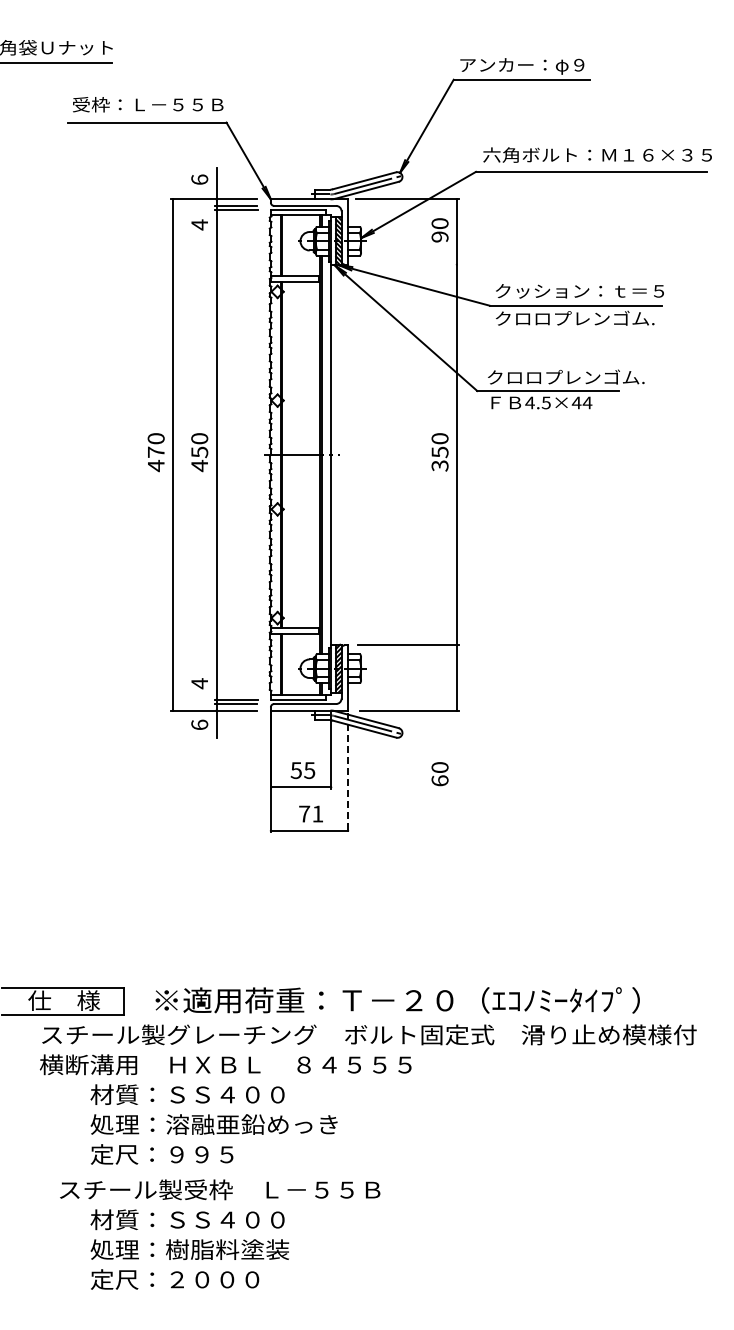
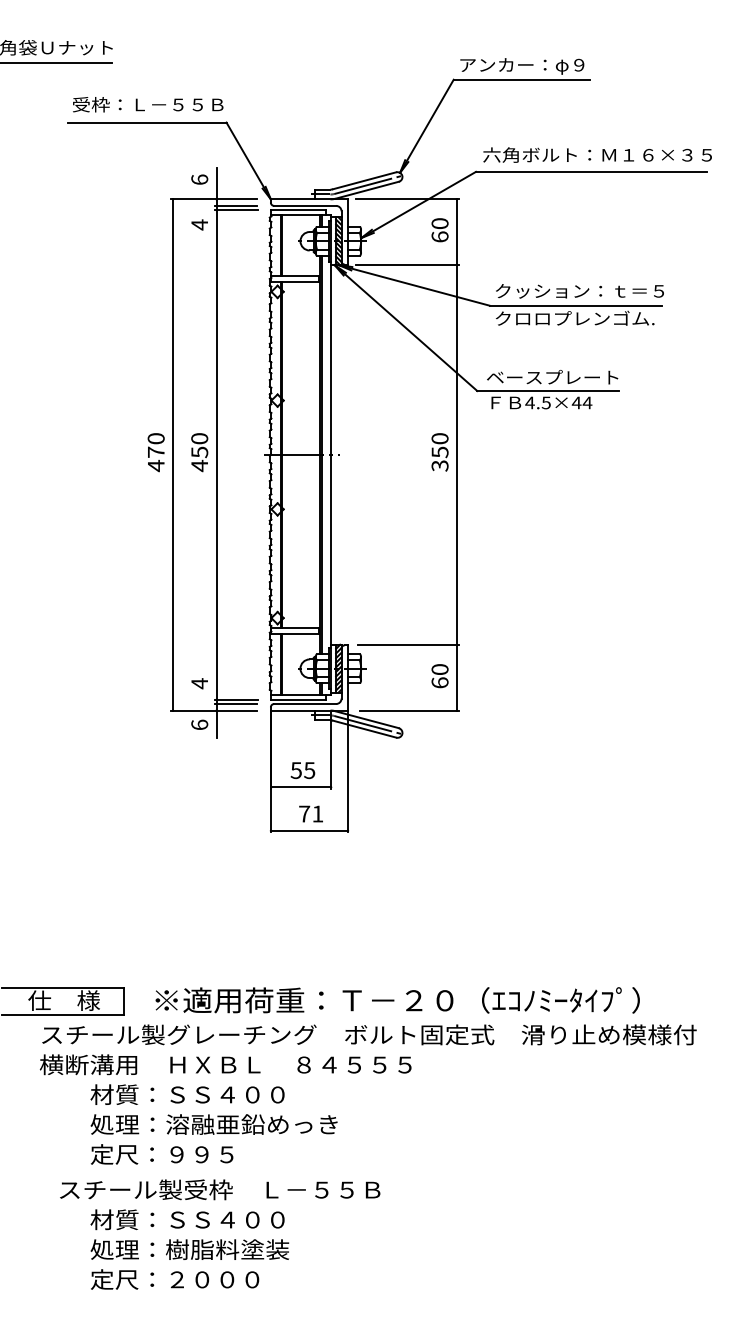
text at (439, 236): 90 -> 60
line at (407, 264): none -> present
text at (565, 376): クロロプレンゴム. -> ベースプレート
line at (348, 772): dashed -> solid
text at (439, 774) position: (439, 774) -> (439, 676)
